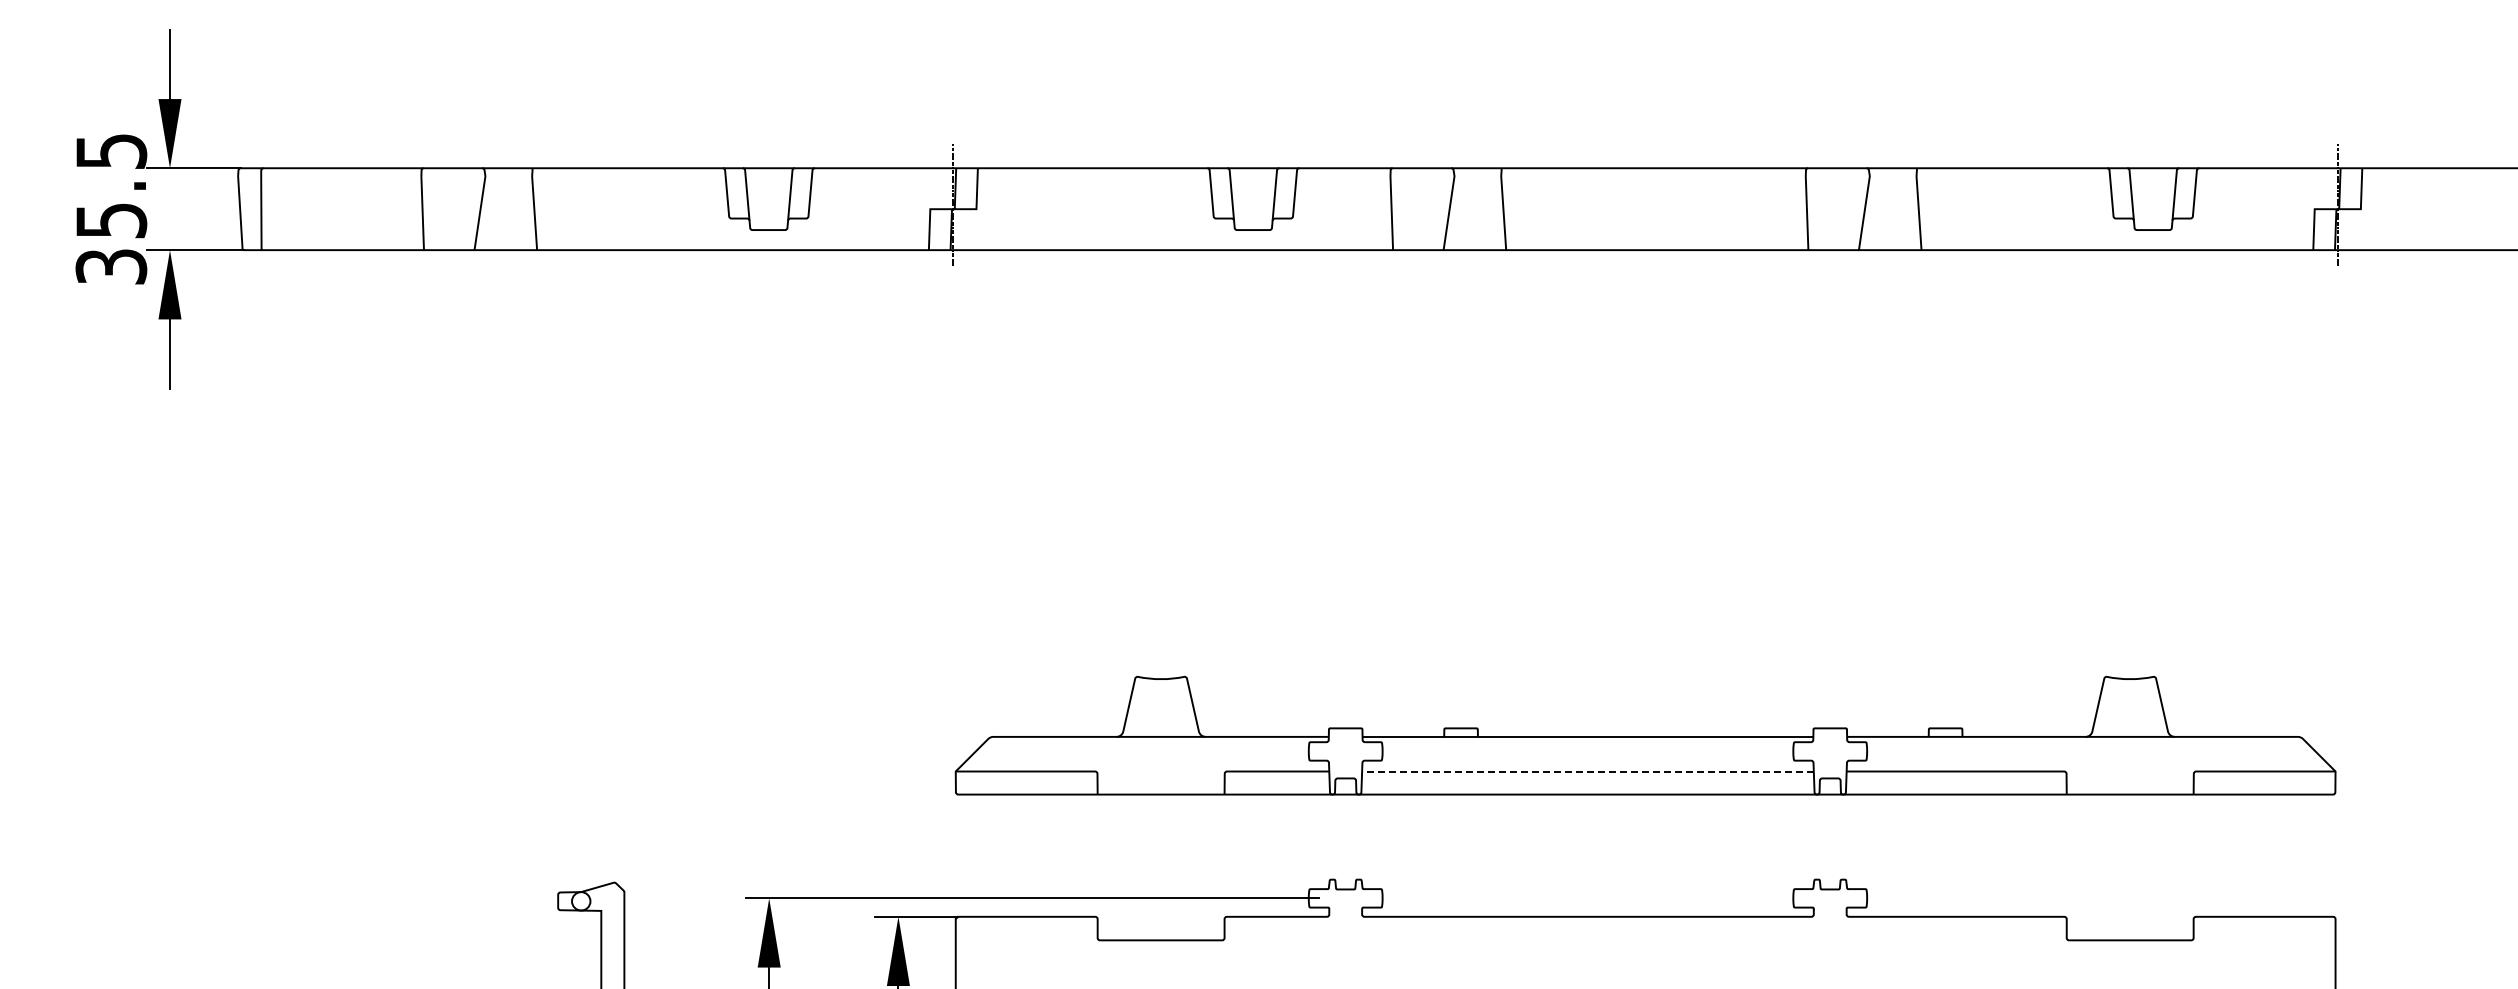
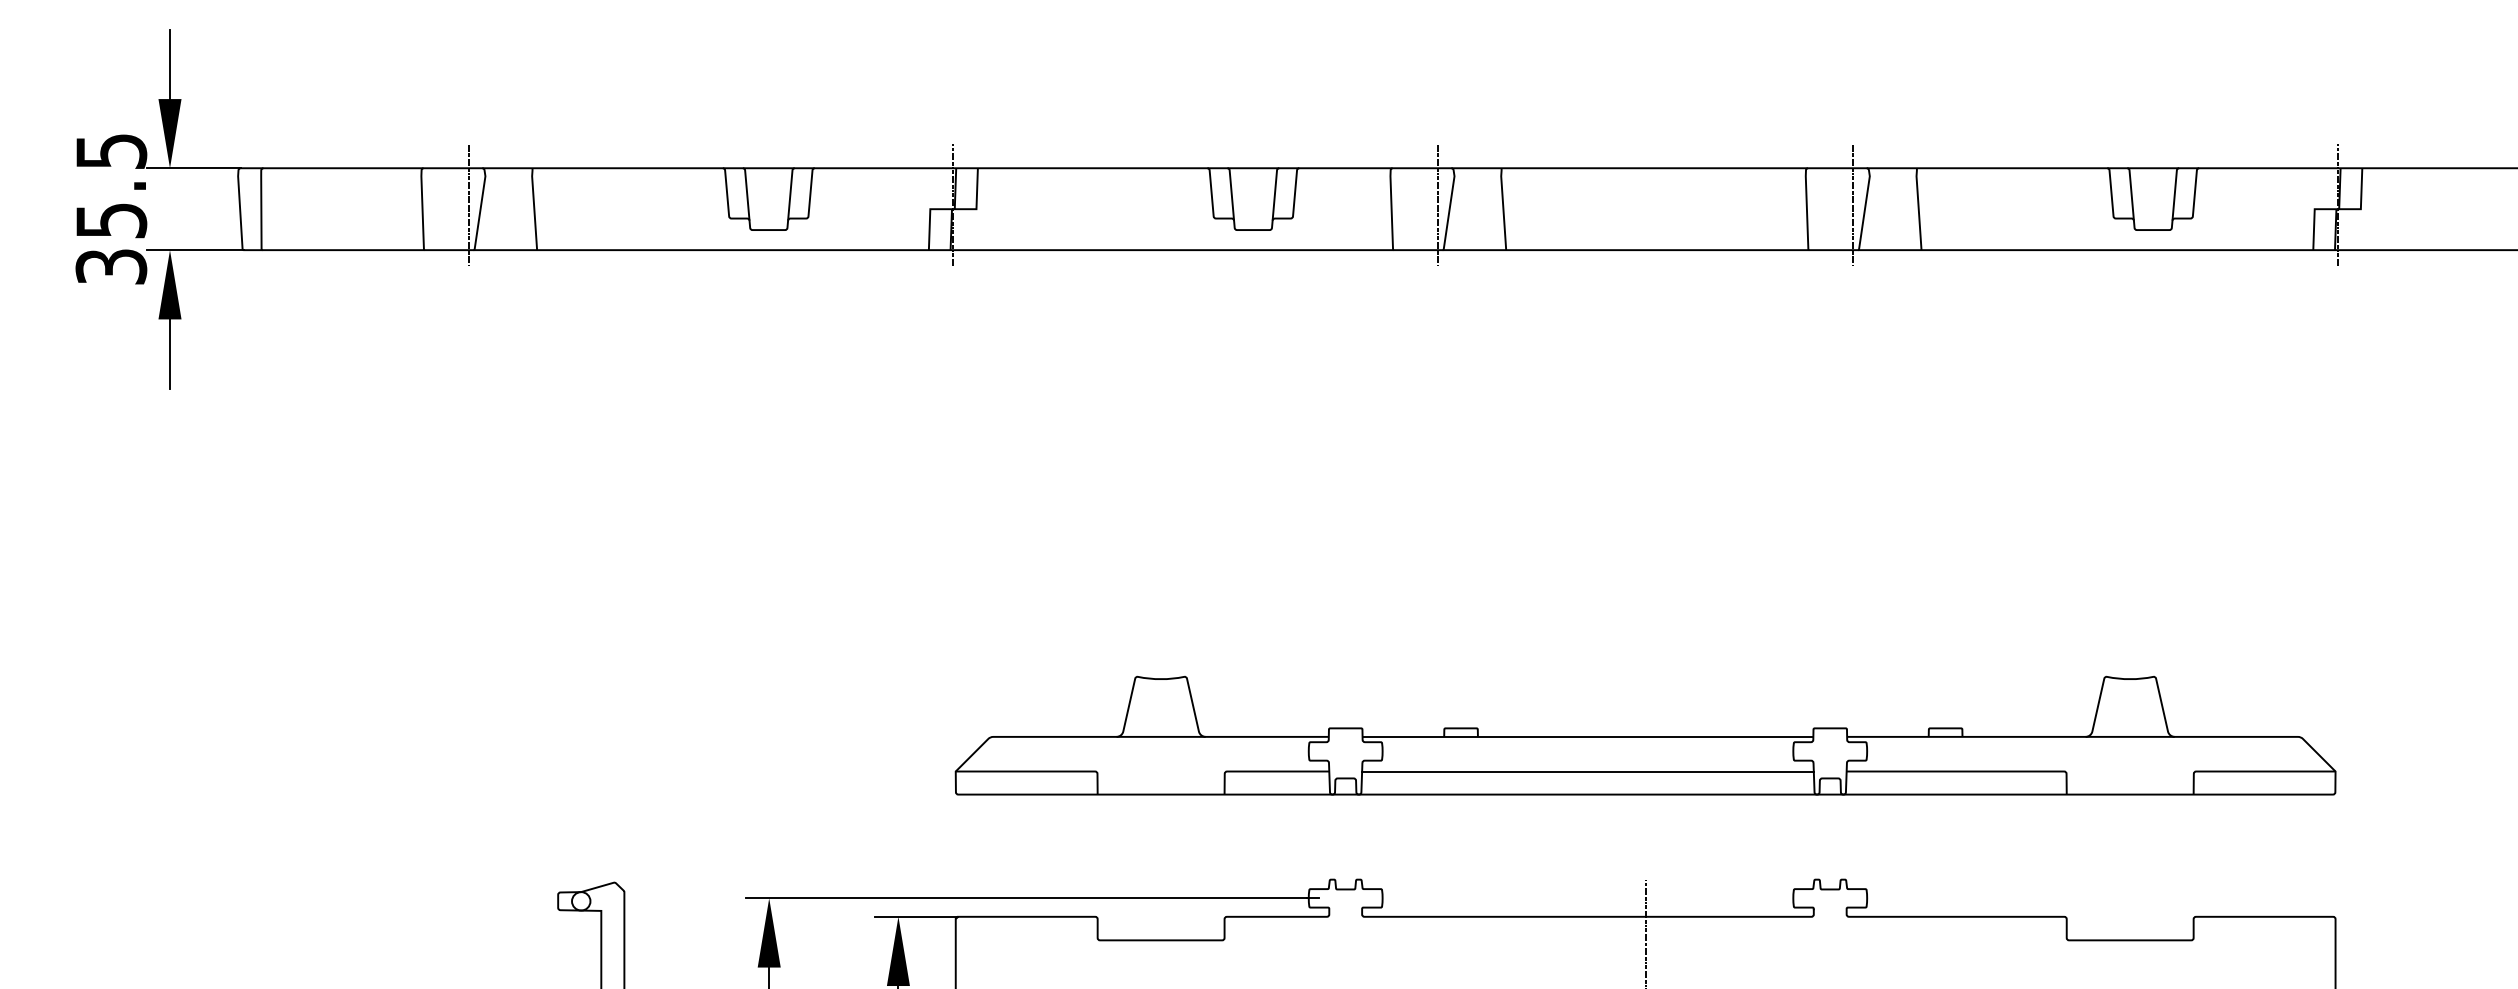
line at (468, 205): none -> present
line at (1437, 205): none -> present
line at (1853, 205): none -> present
line at (1587, 771): dashed -> solid
line at (1645, 932): none -> present
